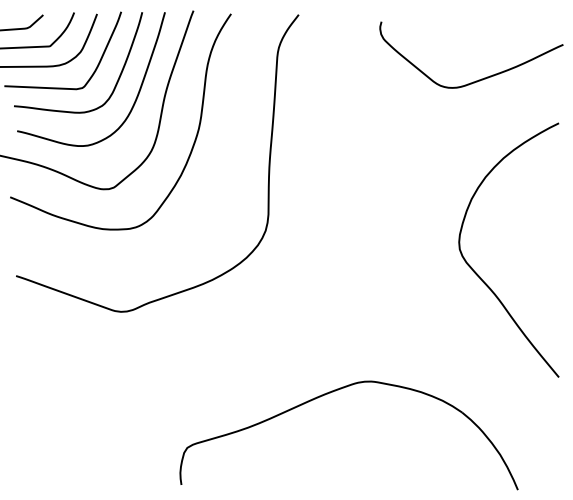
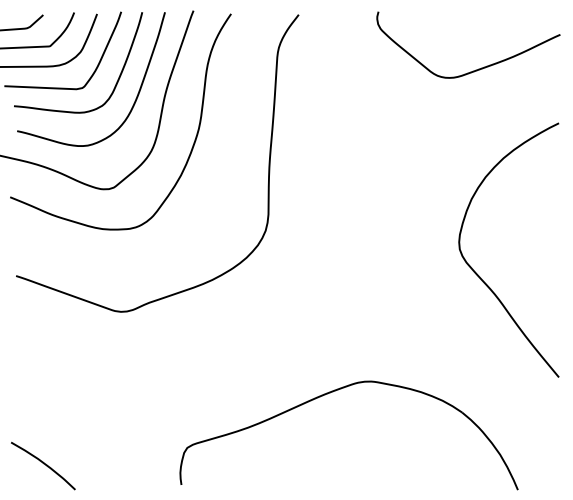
curve at (478, 79) position: (478, 79) -> (475, 69)
curve at (43, 464): none -> present
